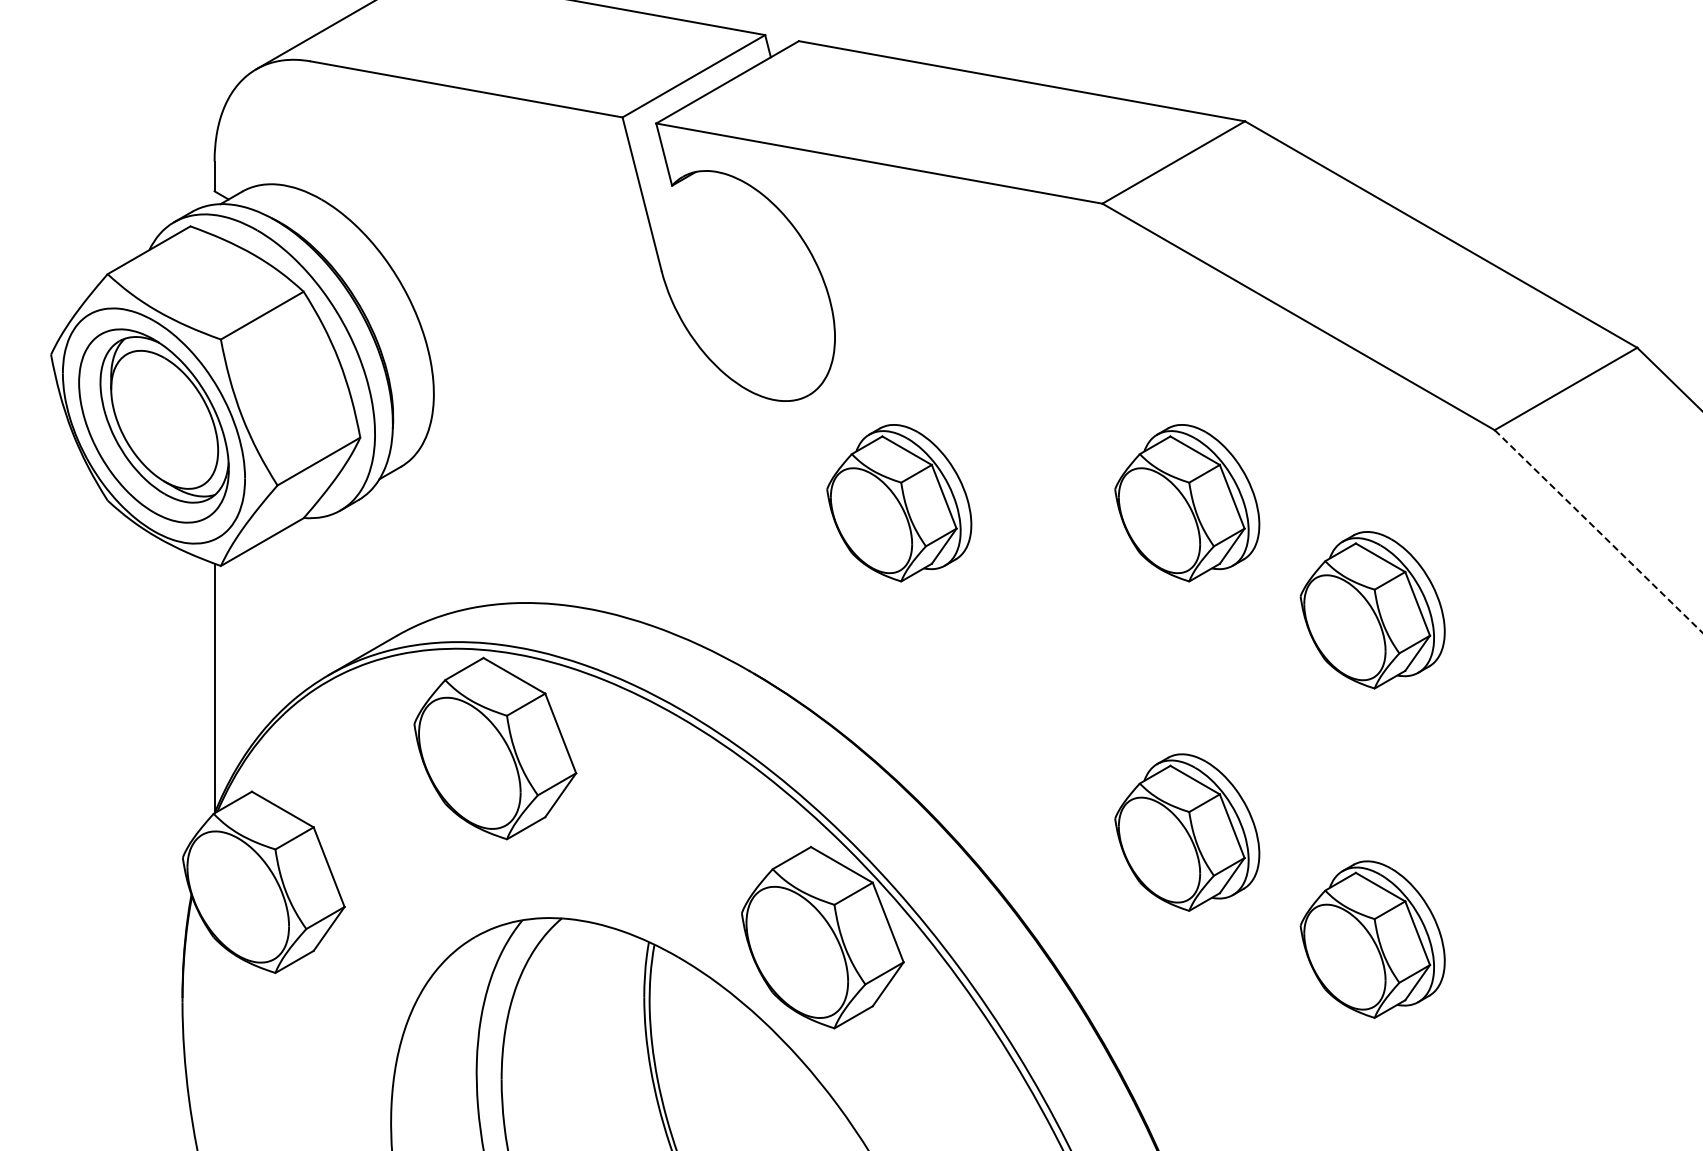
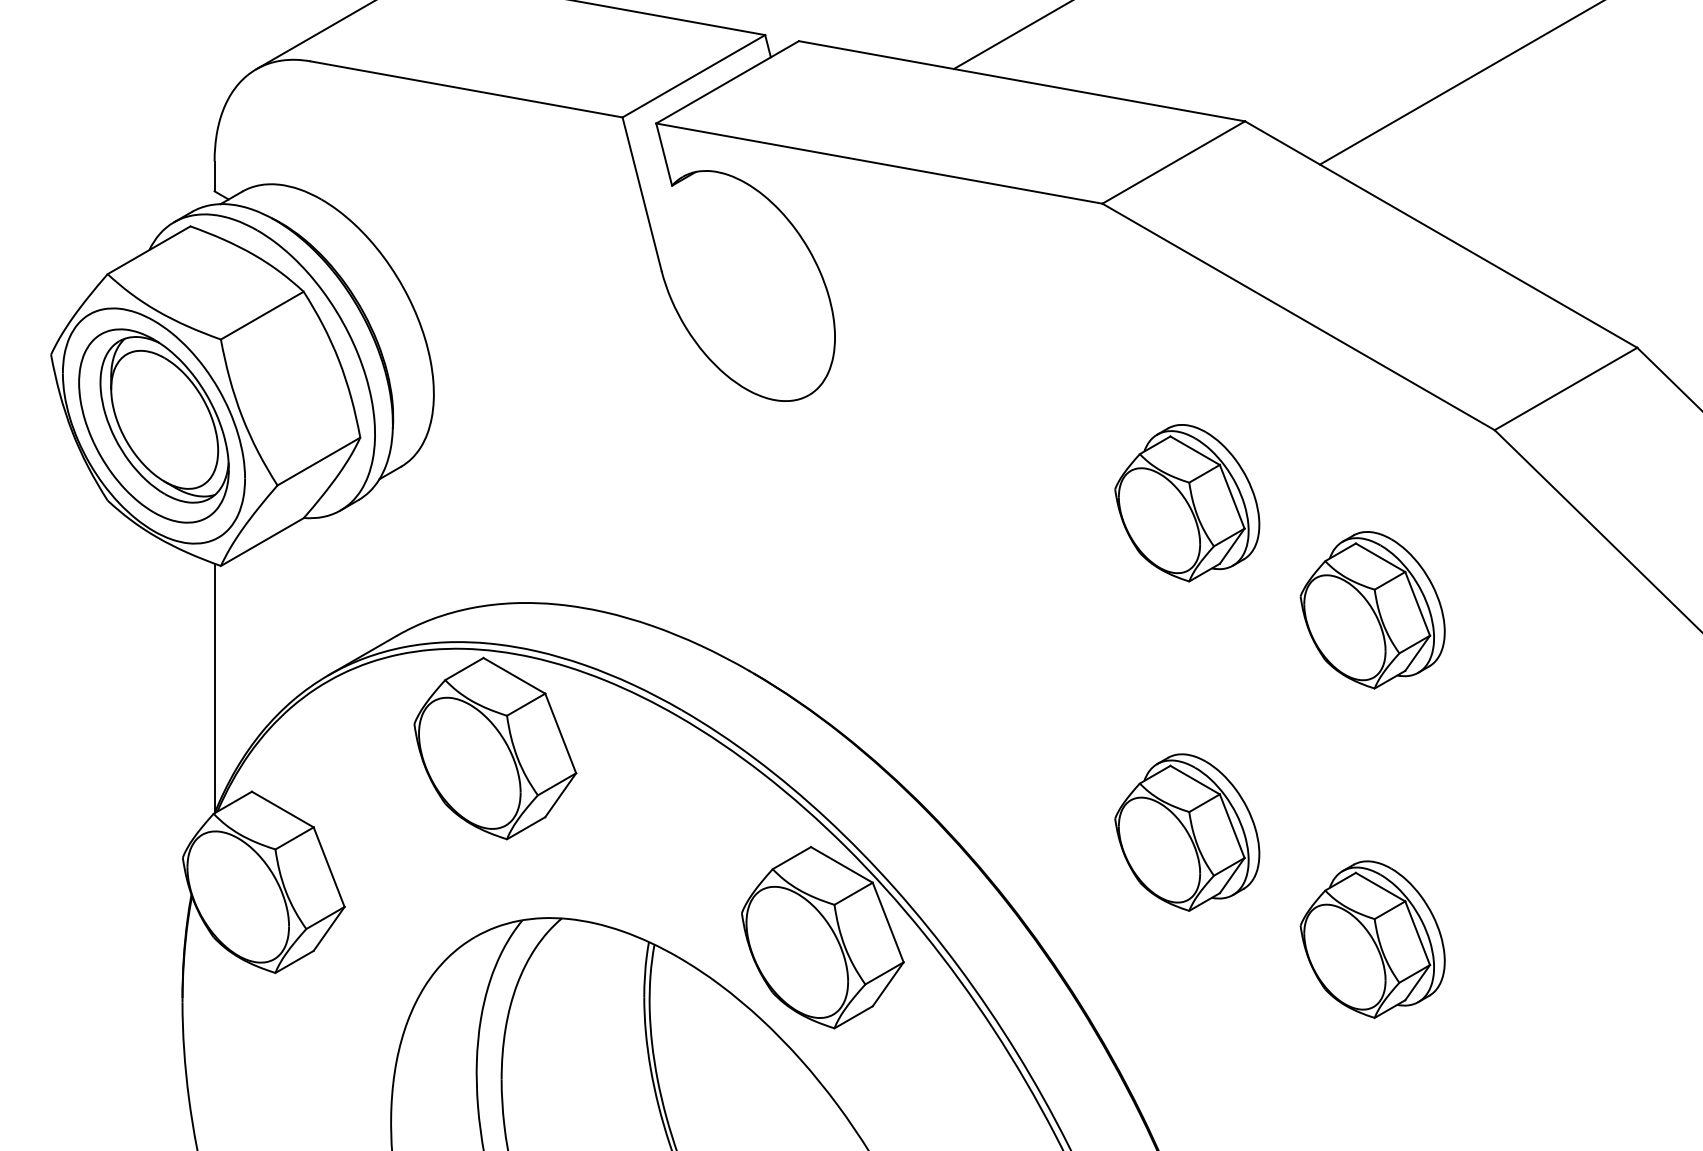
line at (1011, 35): none -> present
line at (1460, 83): none -> present
part at (899, 503): present -> none
line at (1598, 531): dashed -> solid
